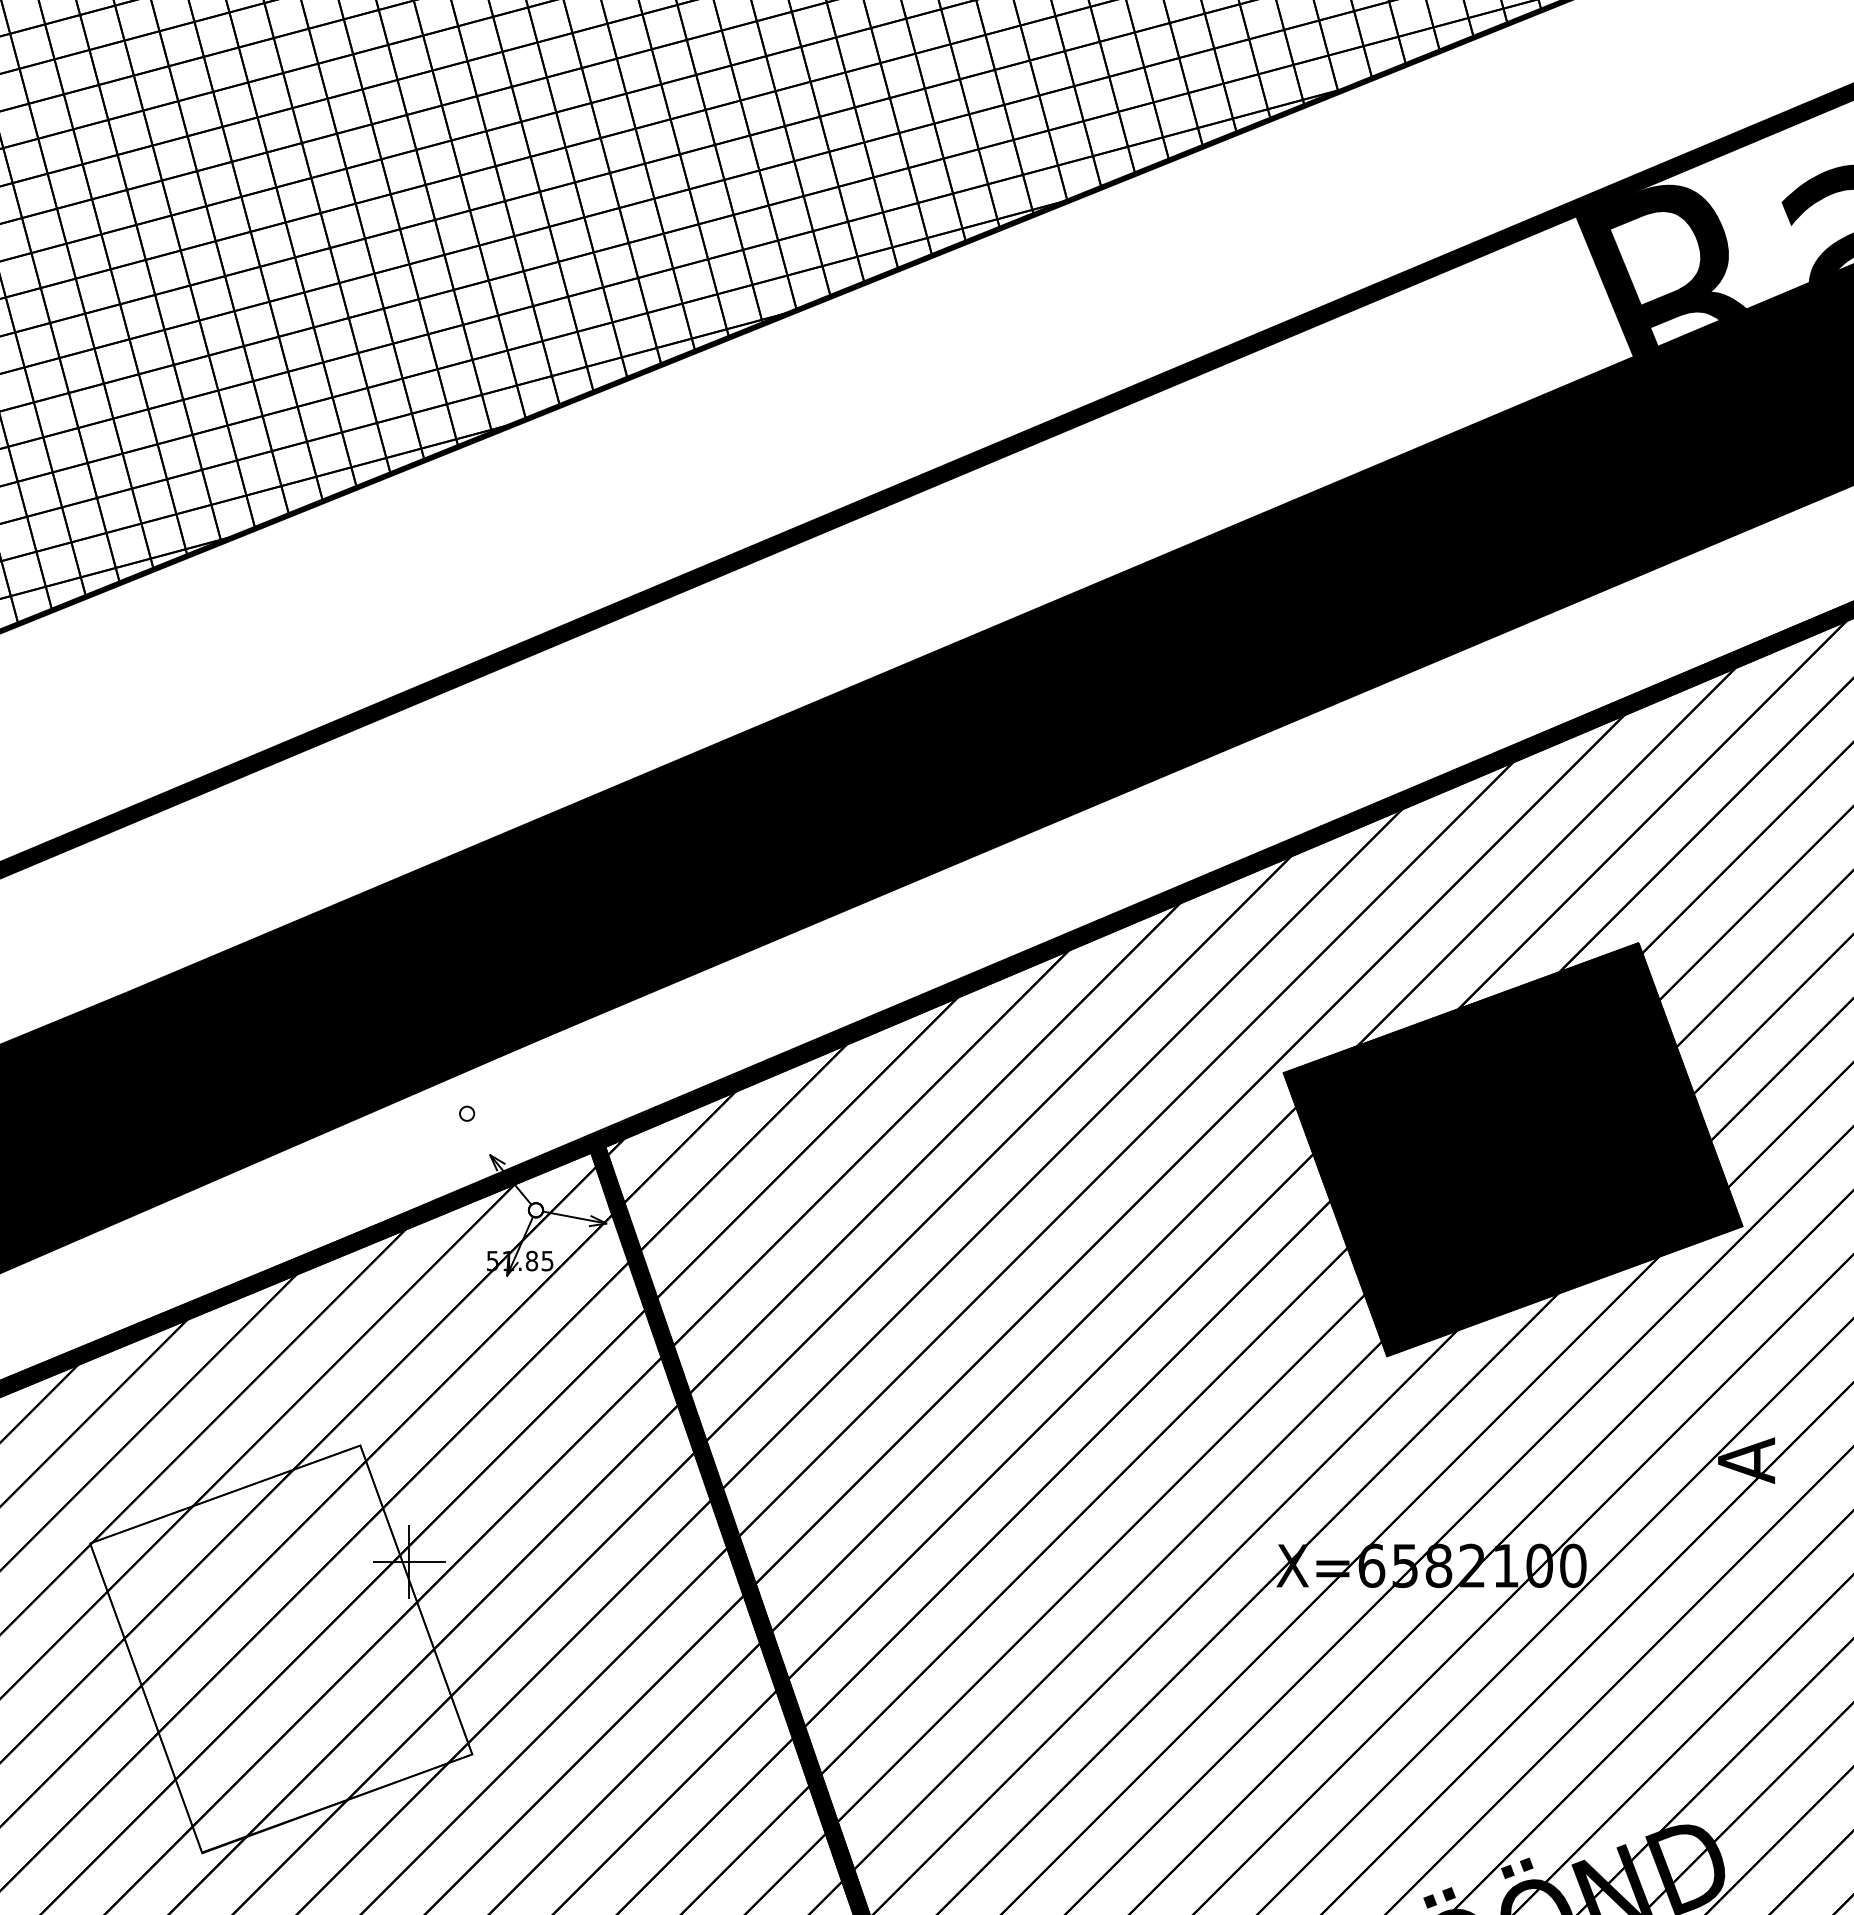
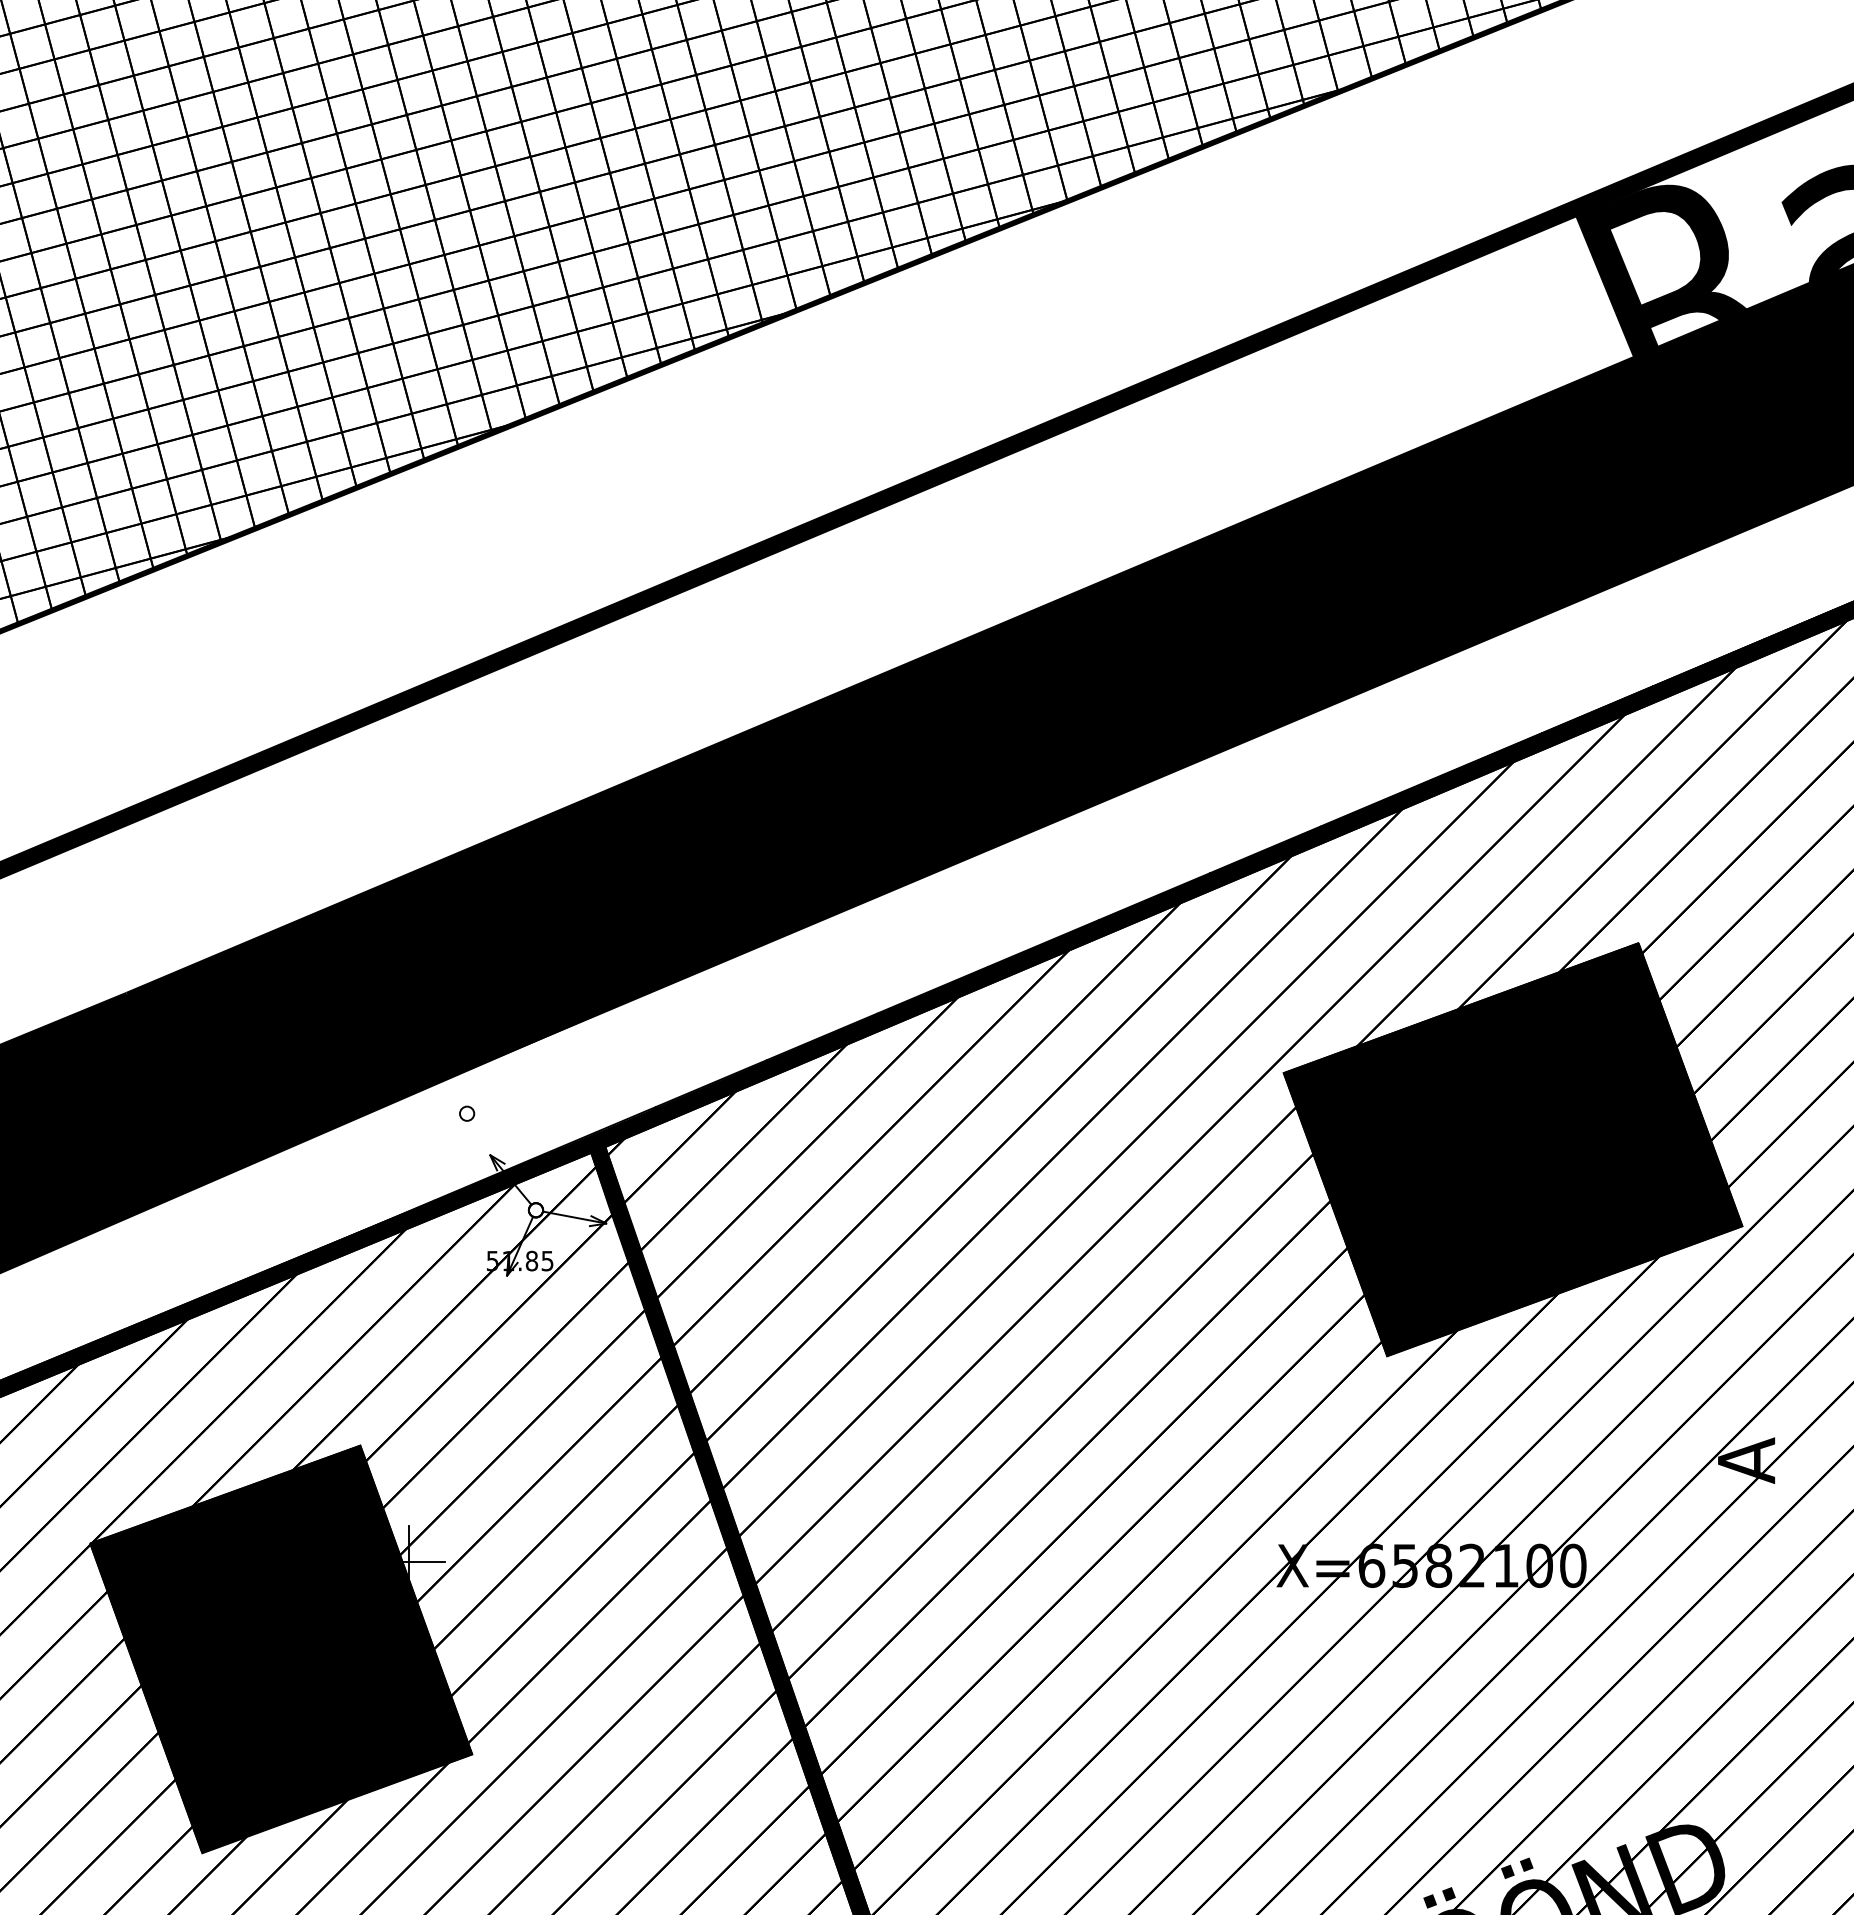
fill at (281, 1648): none -> present
